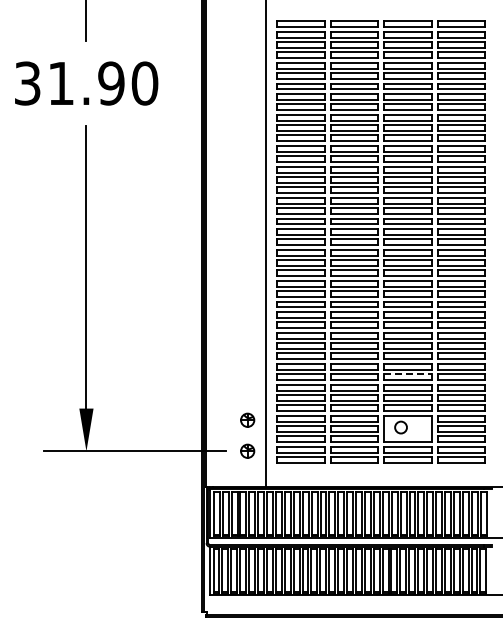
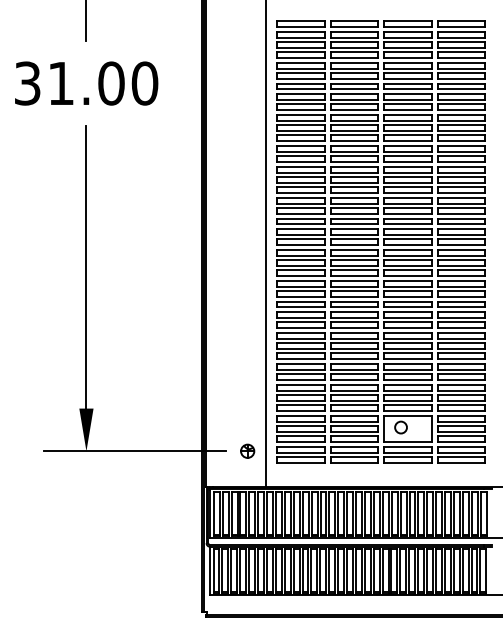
text at (111, 83): 31.90 -> 31.00
line at (407, 374): dashed -> solid
part at (247, 419): present -> none
